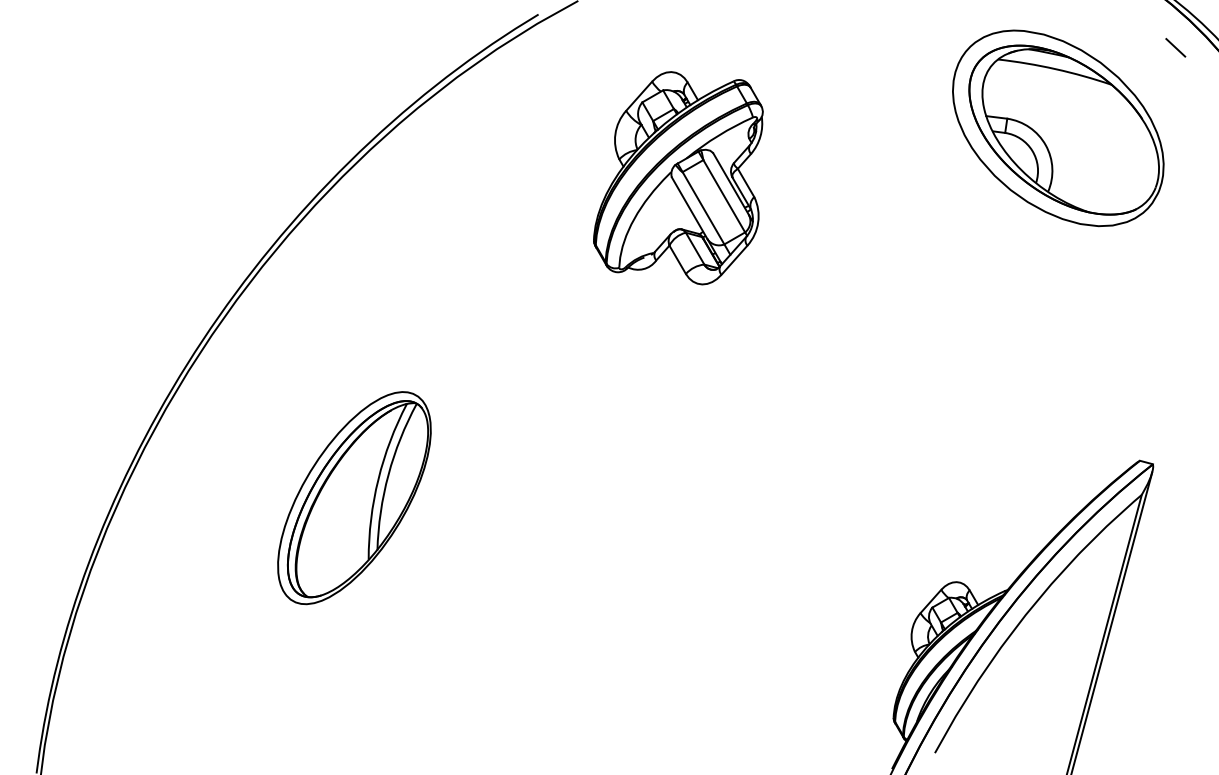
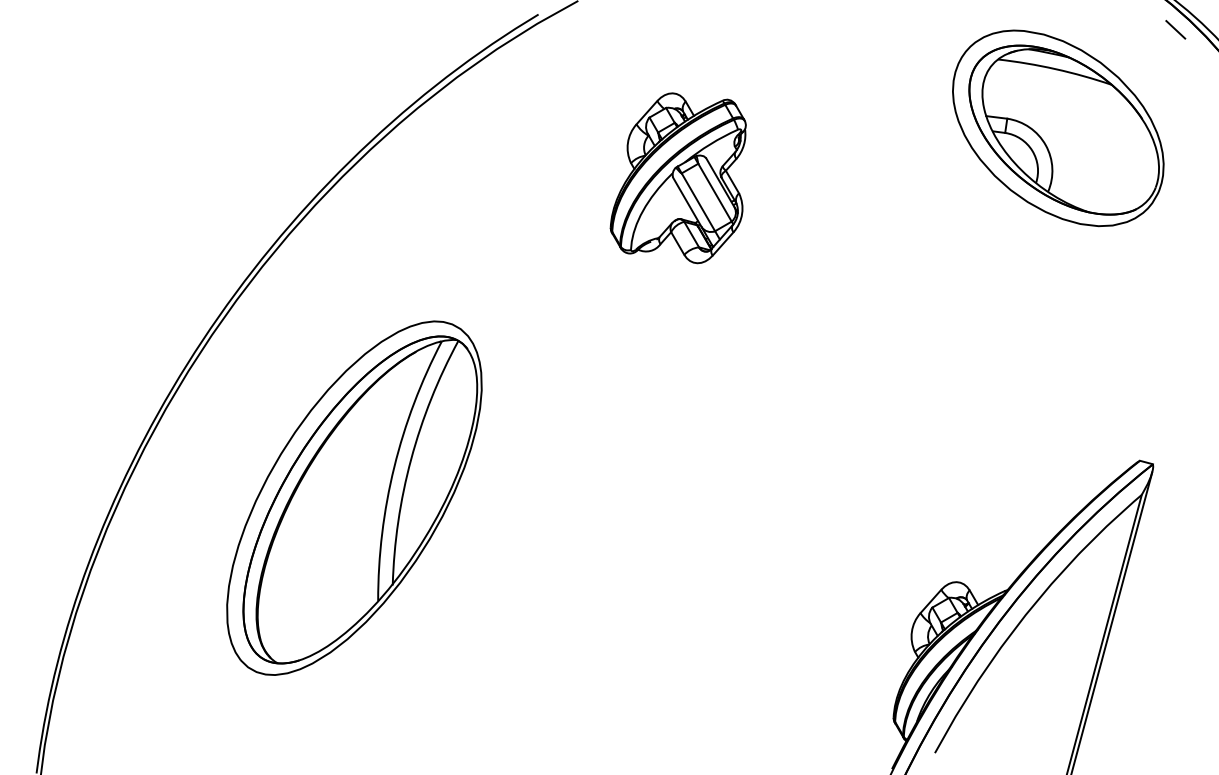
line at (1175, 47) position: (1175, 47) -> (1175, 29)
part at (678, 178) size: 171x215 px -> 138x173 px
part at (354, 498) size: 155x215 px -> 257x356 px
